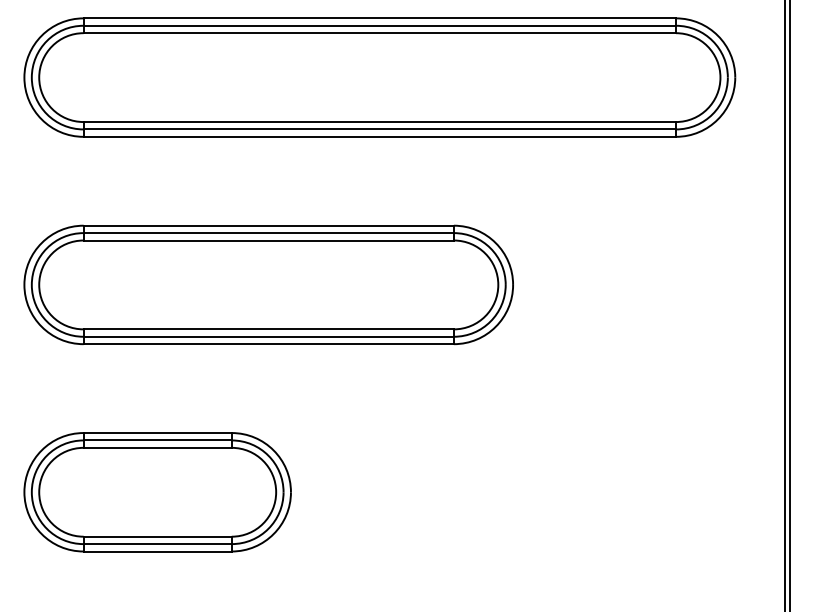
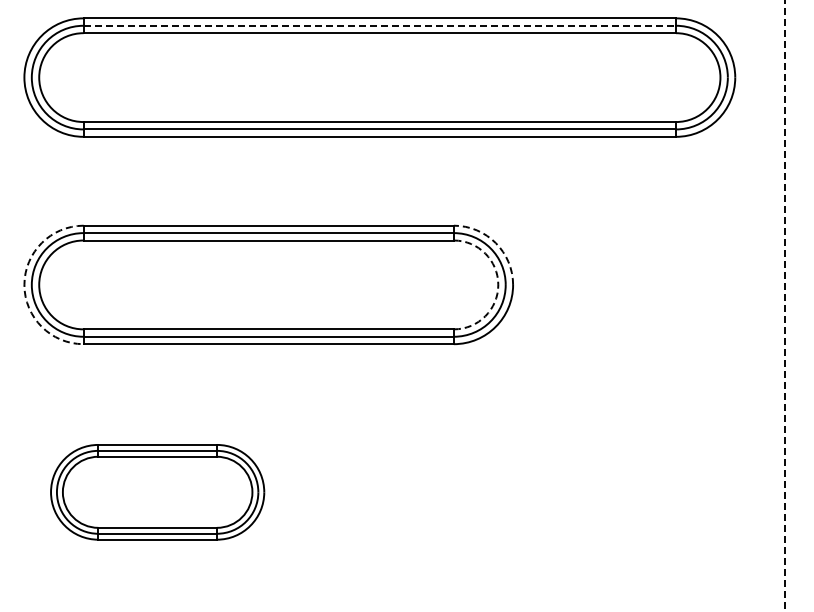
line at (380, 25): solid -> dashed
arc at (495, 243): solid -> dashed
arc at (24, 284): solid -> dashed
arc at (498, 284): solid -> dashed
line at (784, 305): solid -> dashed
line at (789, 305): present -> none
part at (157, 492) size: 269x121 px -> 216x97 px
